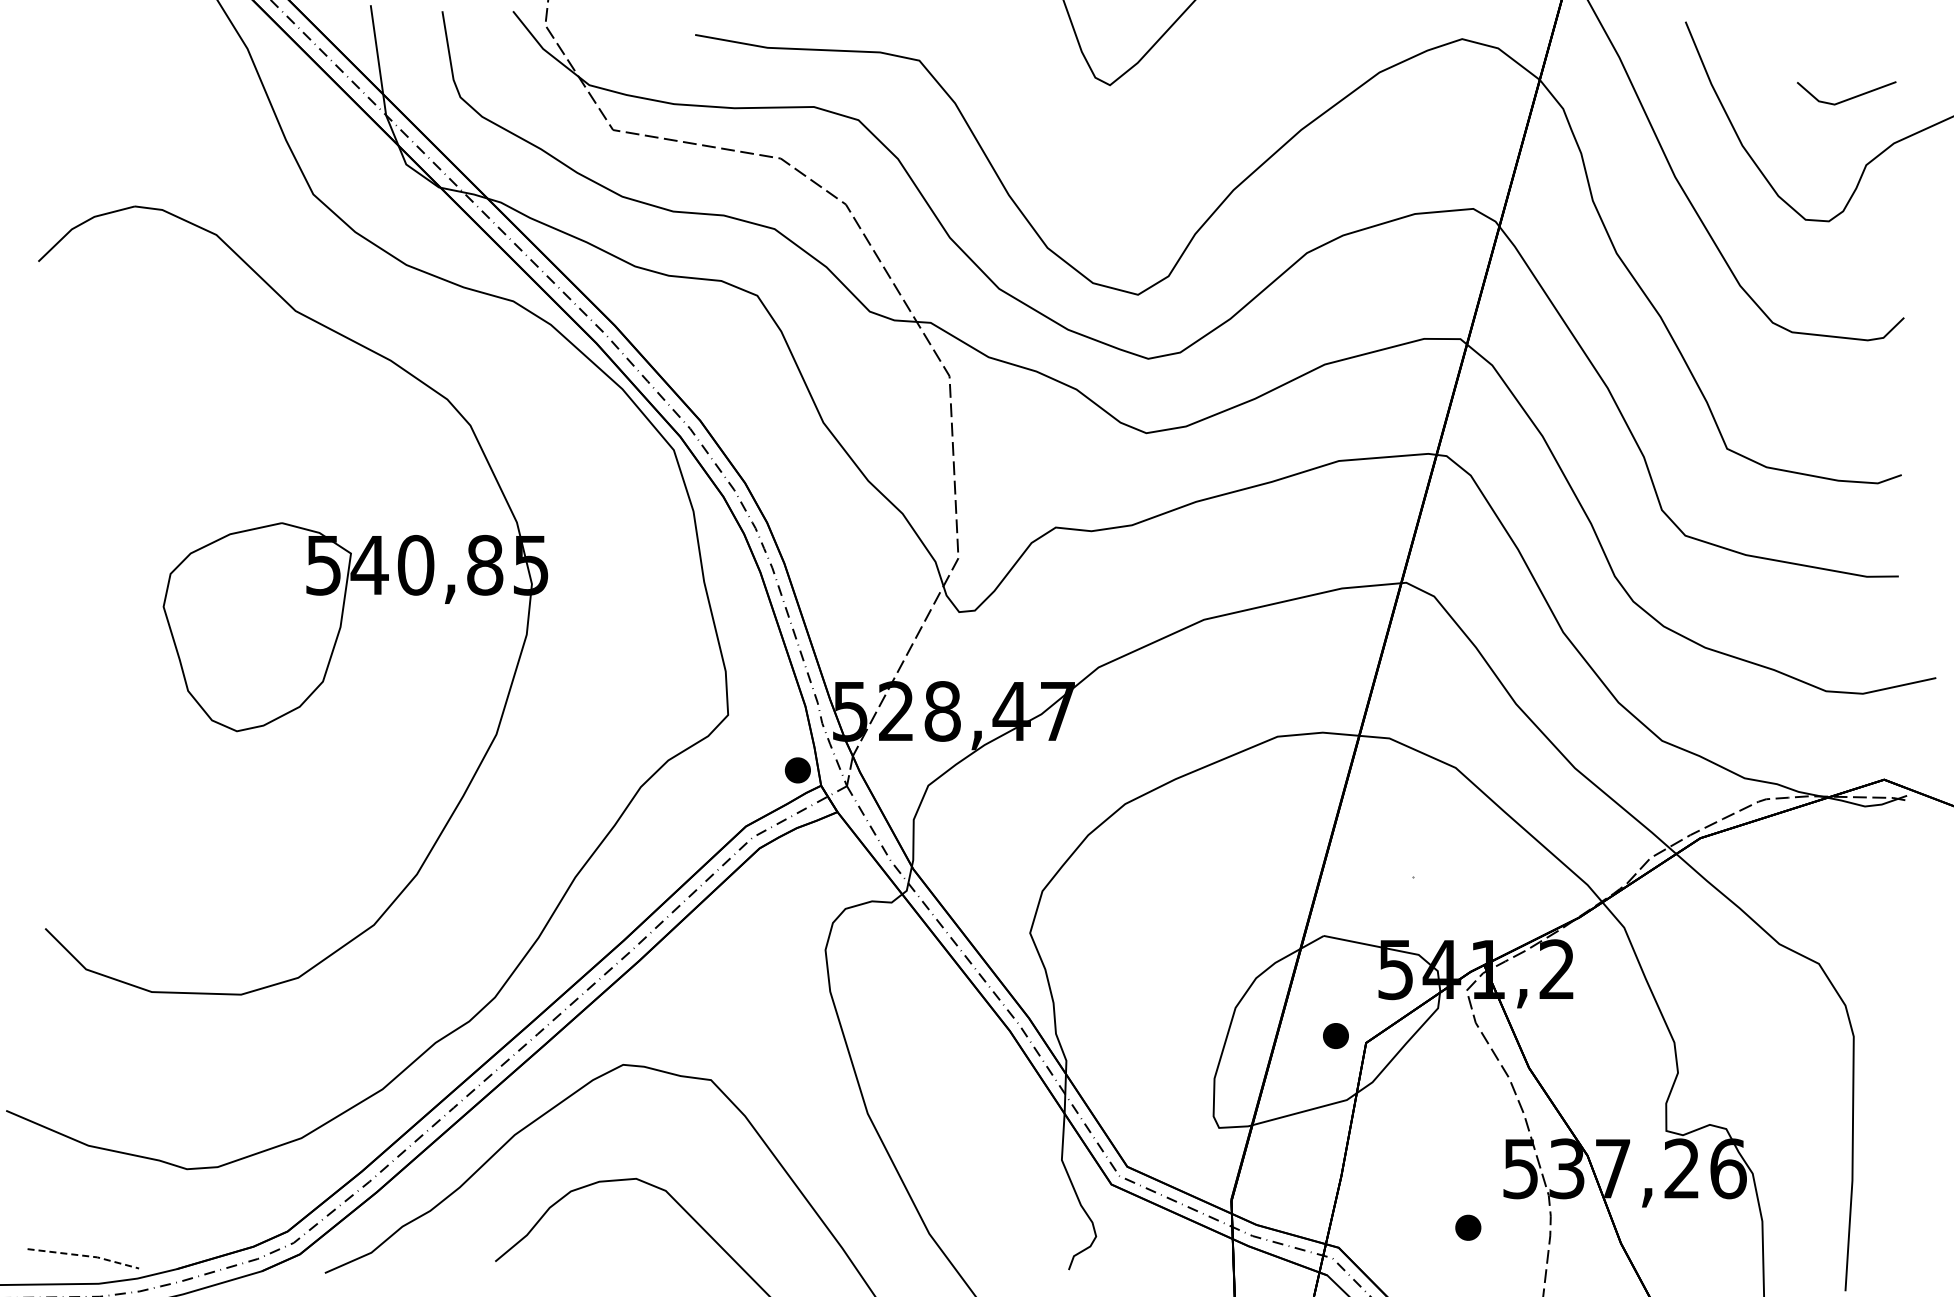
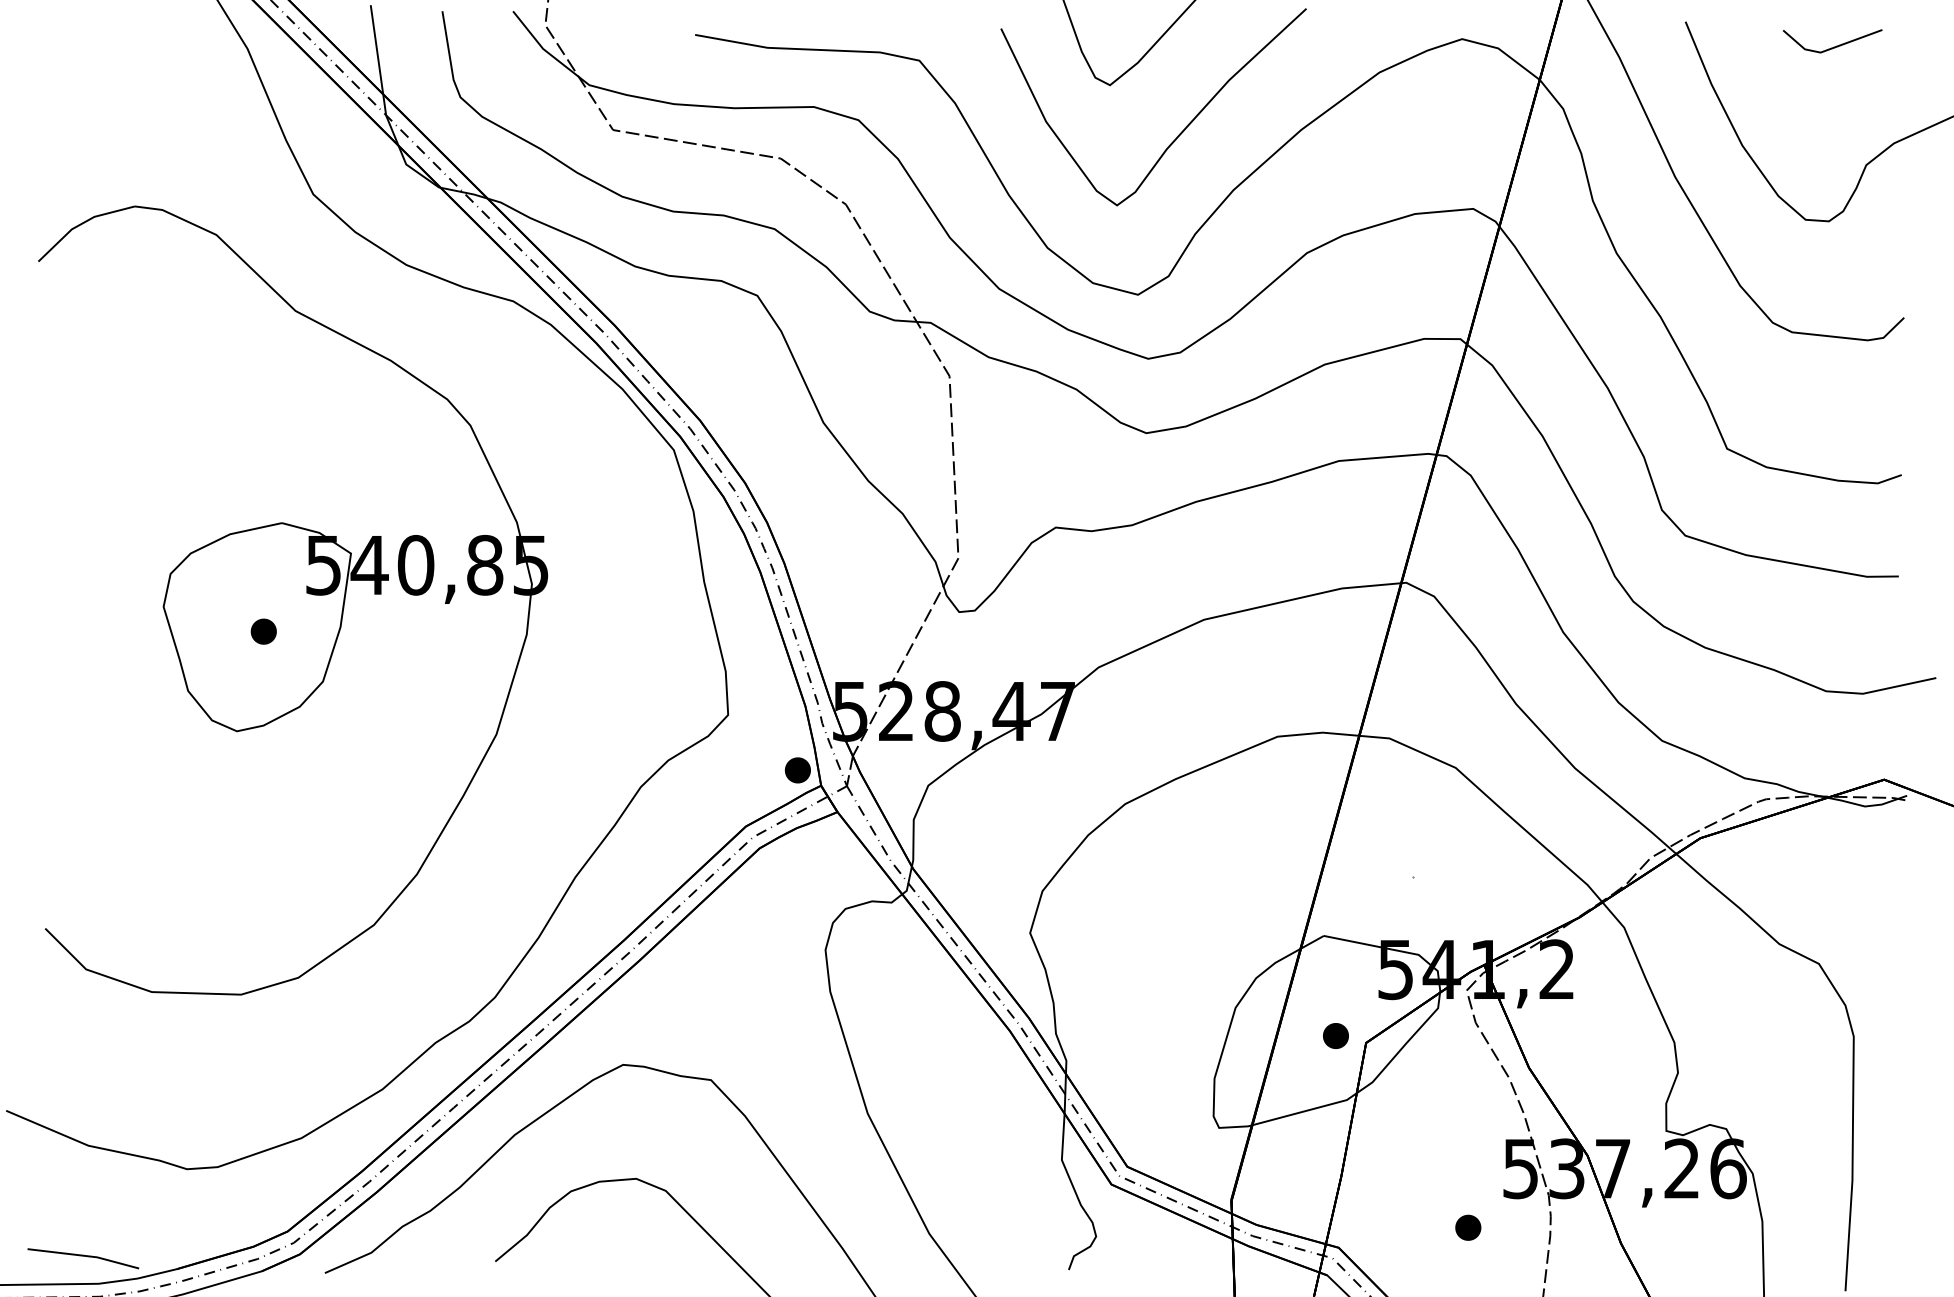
line at (1847, 98) position: (1847, 98) -> (1833, 46)
curve at (1179, 133): none -> present
part at (263, 631): none -> present
line at (84, 1255): dashed -> solid
